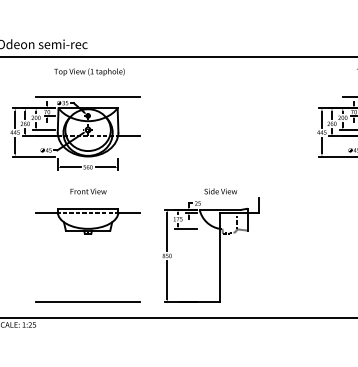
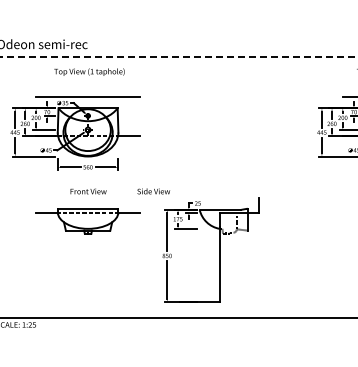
line at (179, 56): solid -> dashed
text at (220, 191) position: (220, 191) -> (153, 191)
line at (87, 301): present -> none
